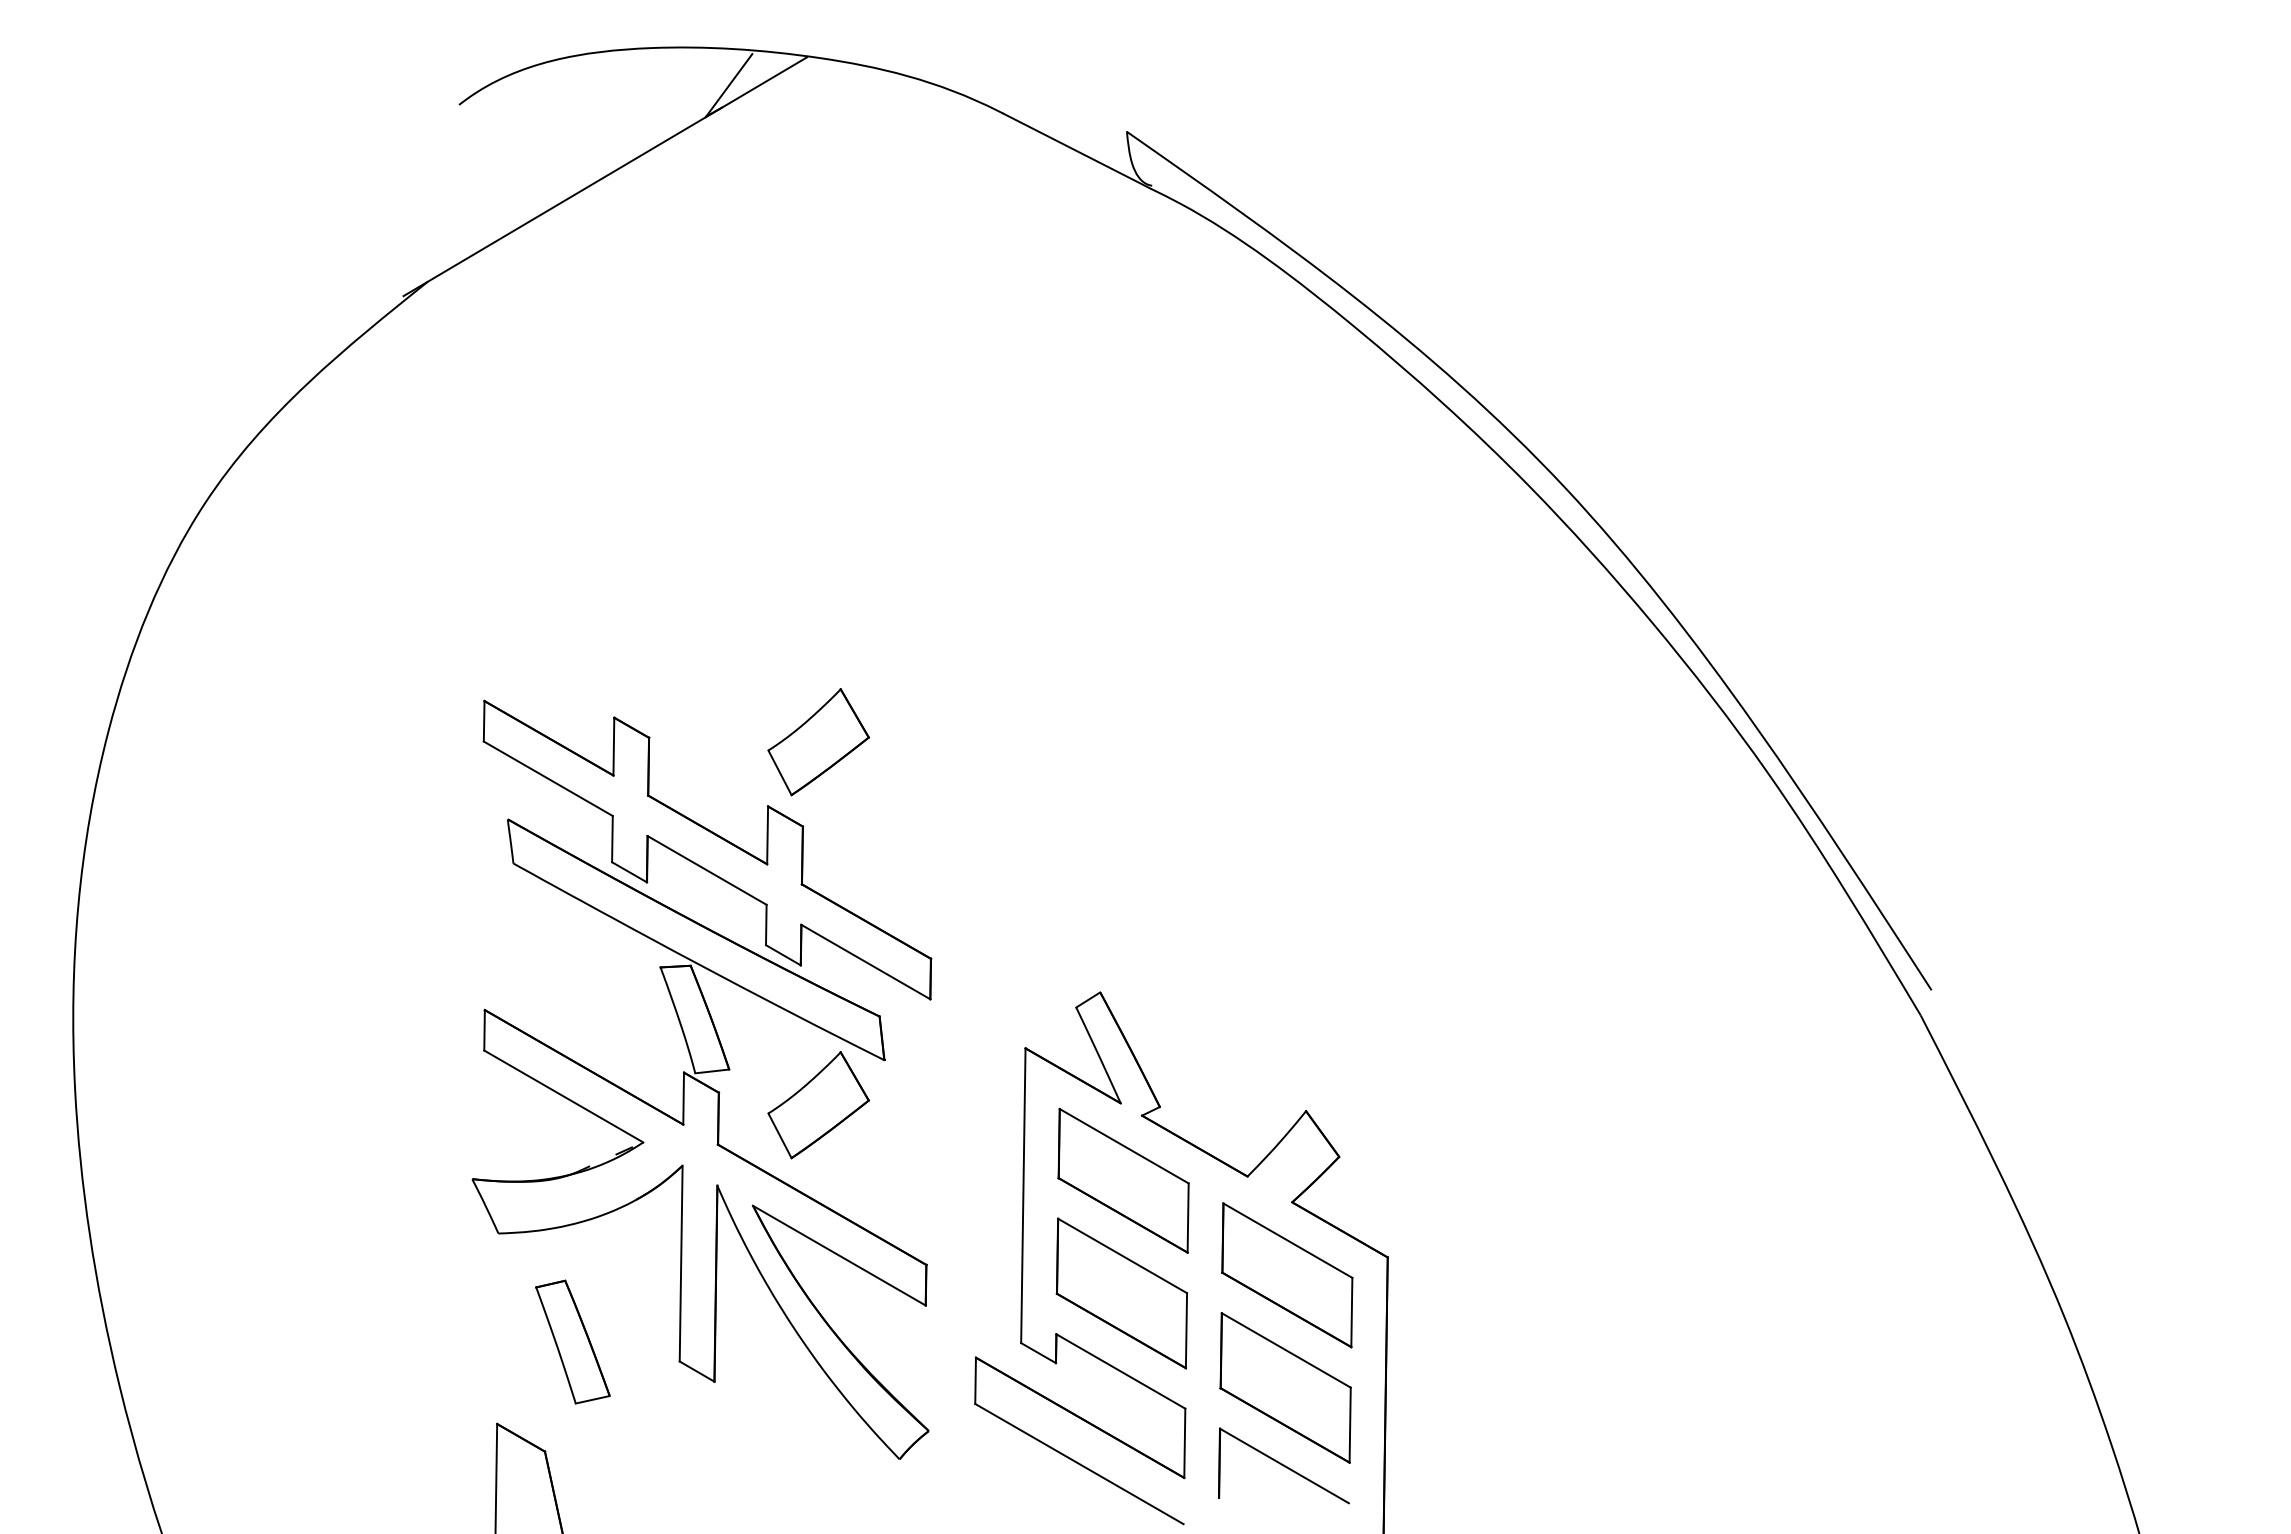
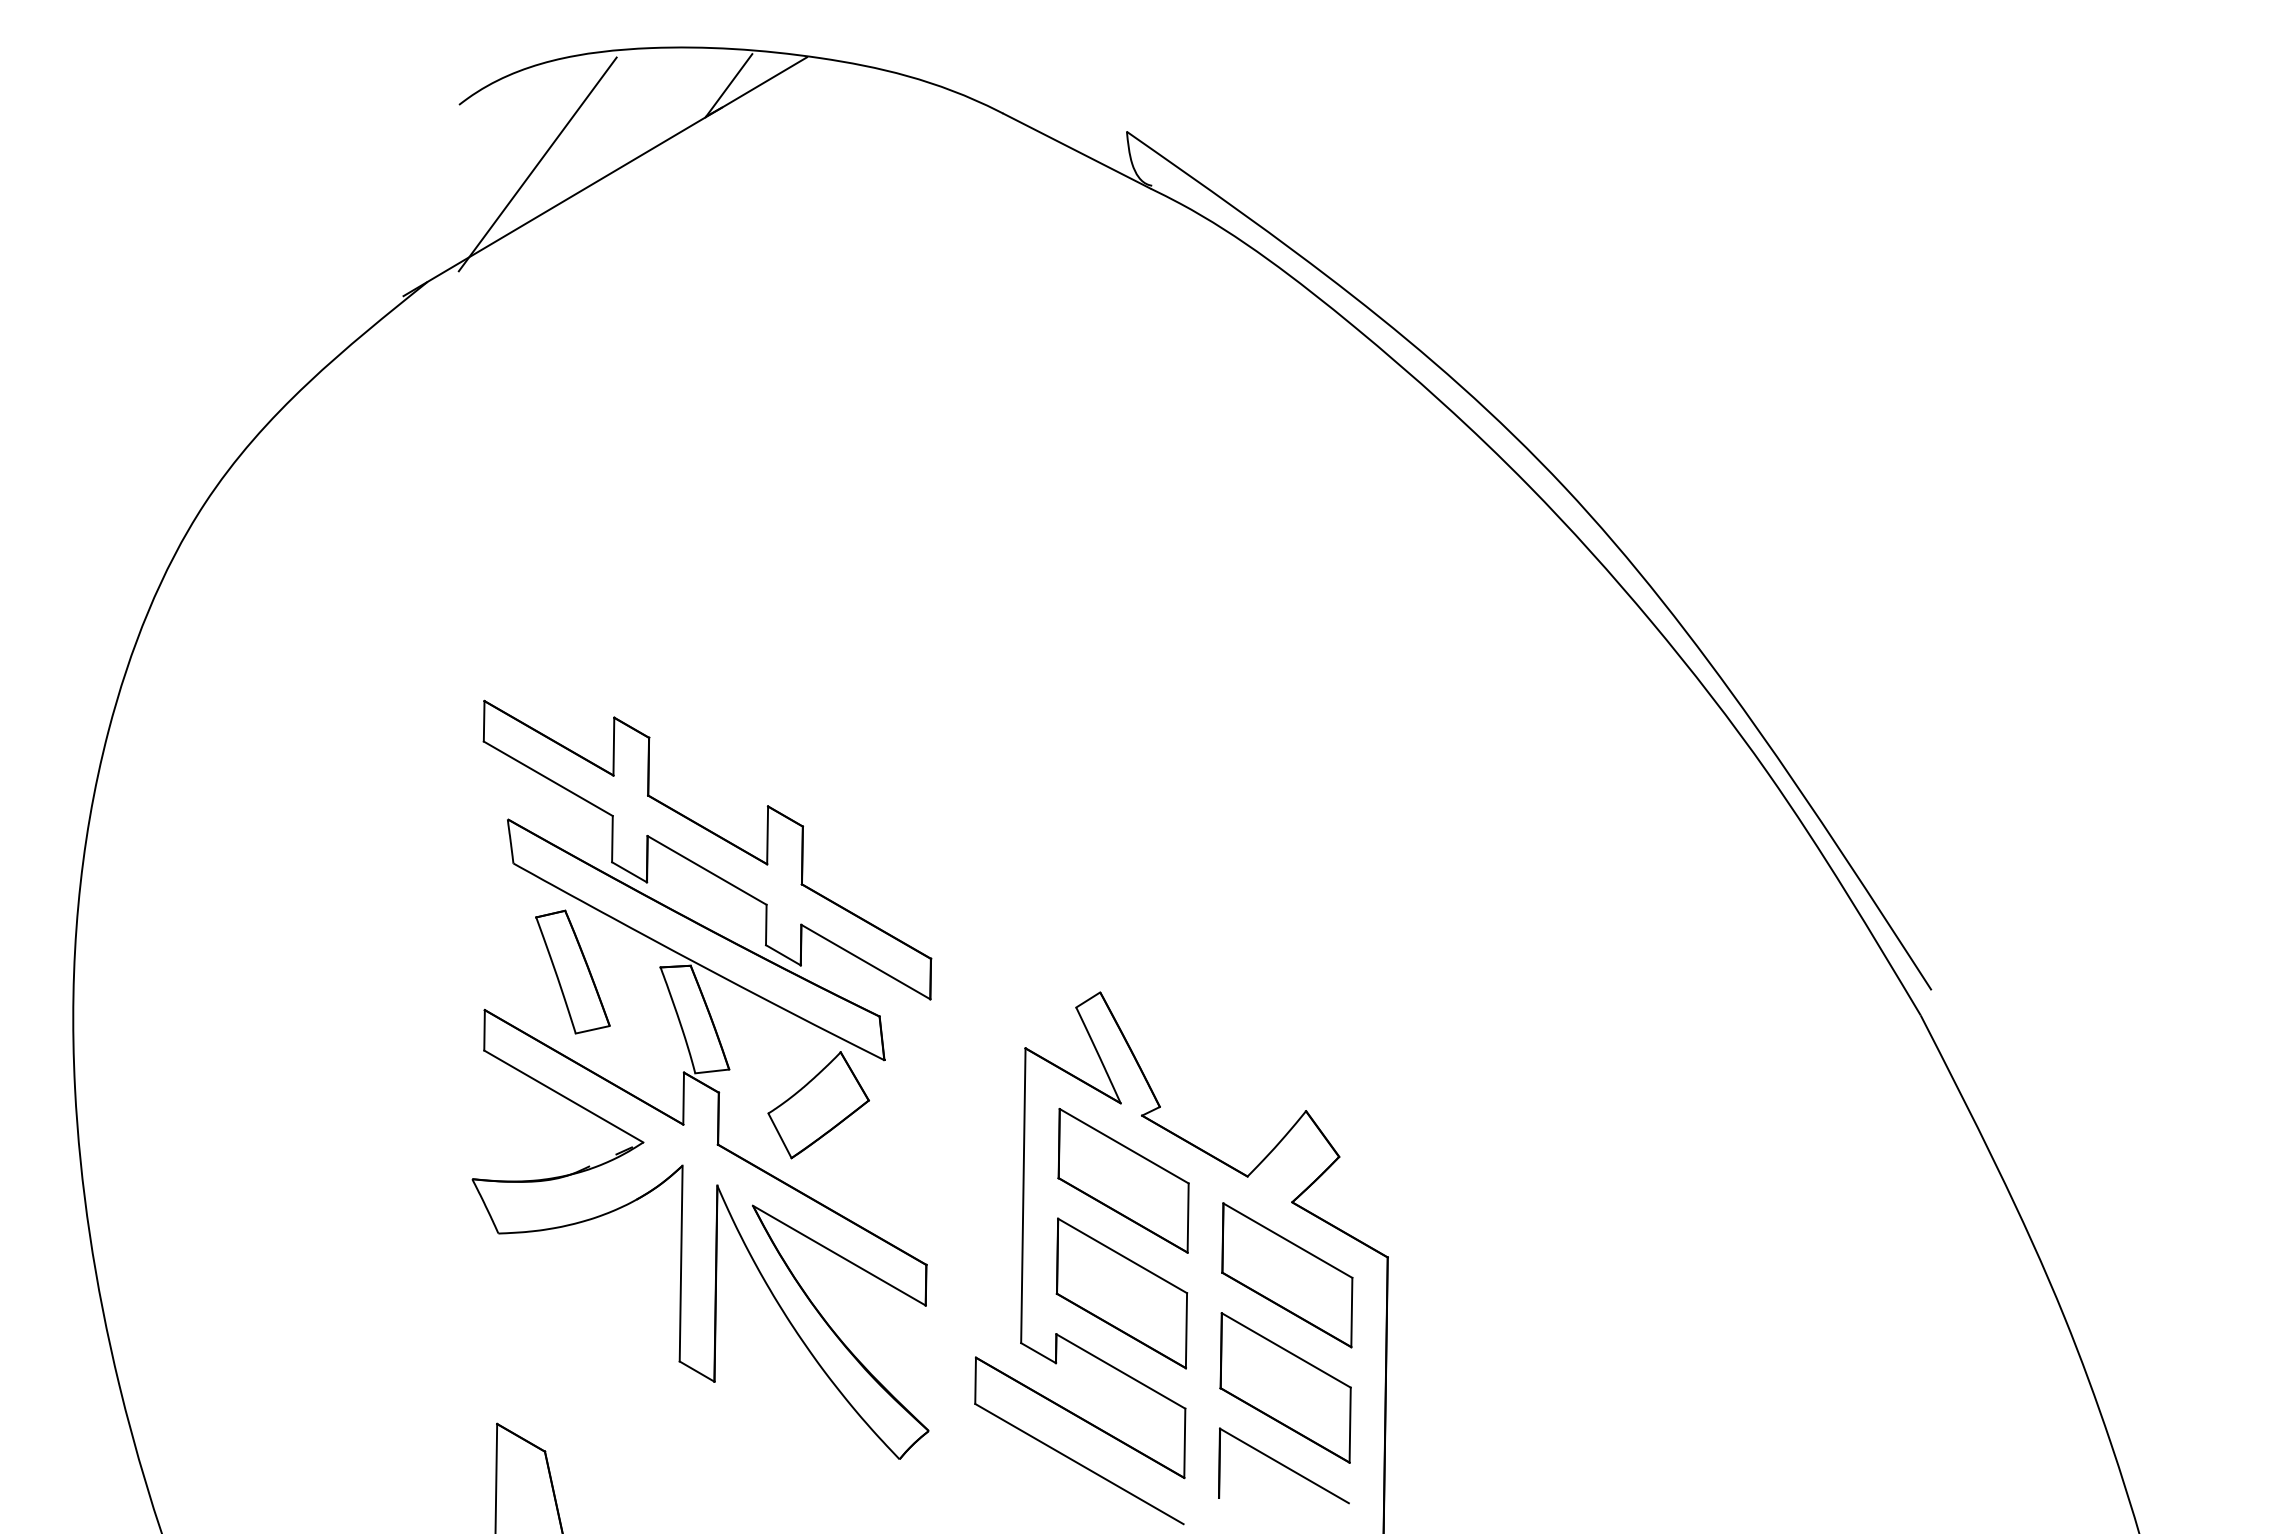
line at (537, 164): none -> present
part at (818, 742): present -> none
part at (572, 1341) position: (572, 1341) -> (572, 971)
